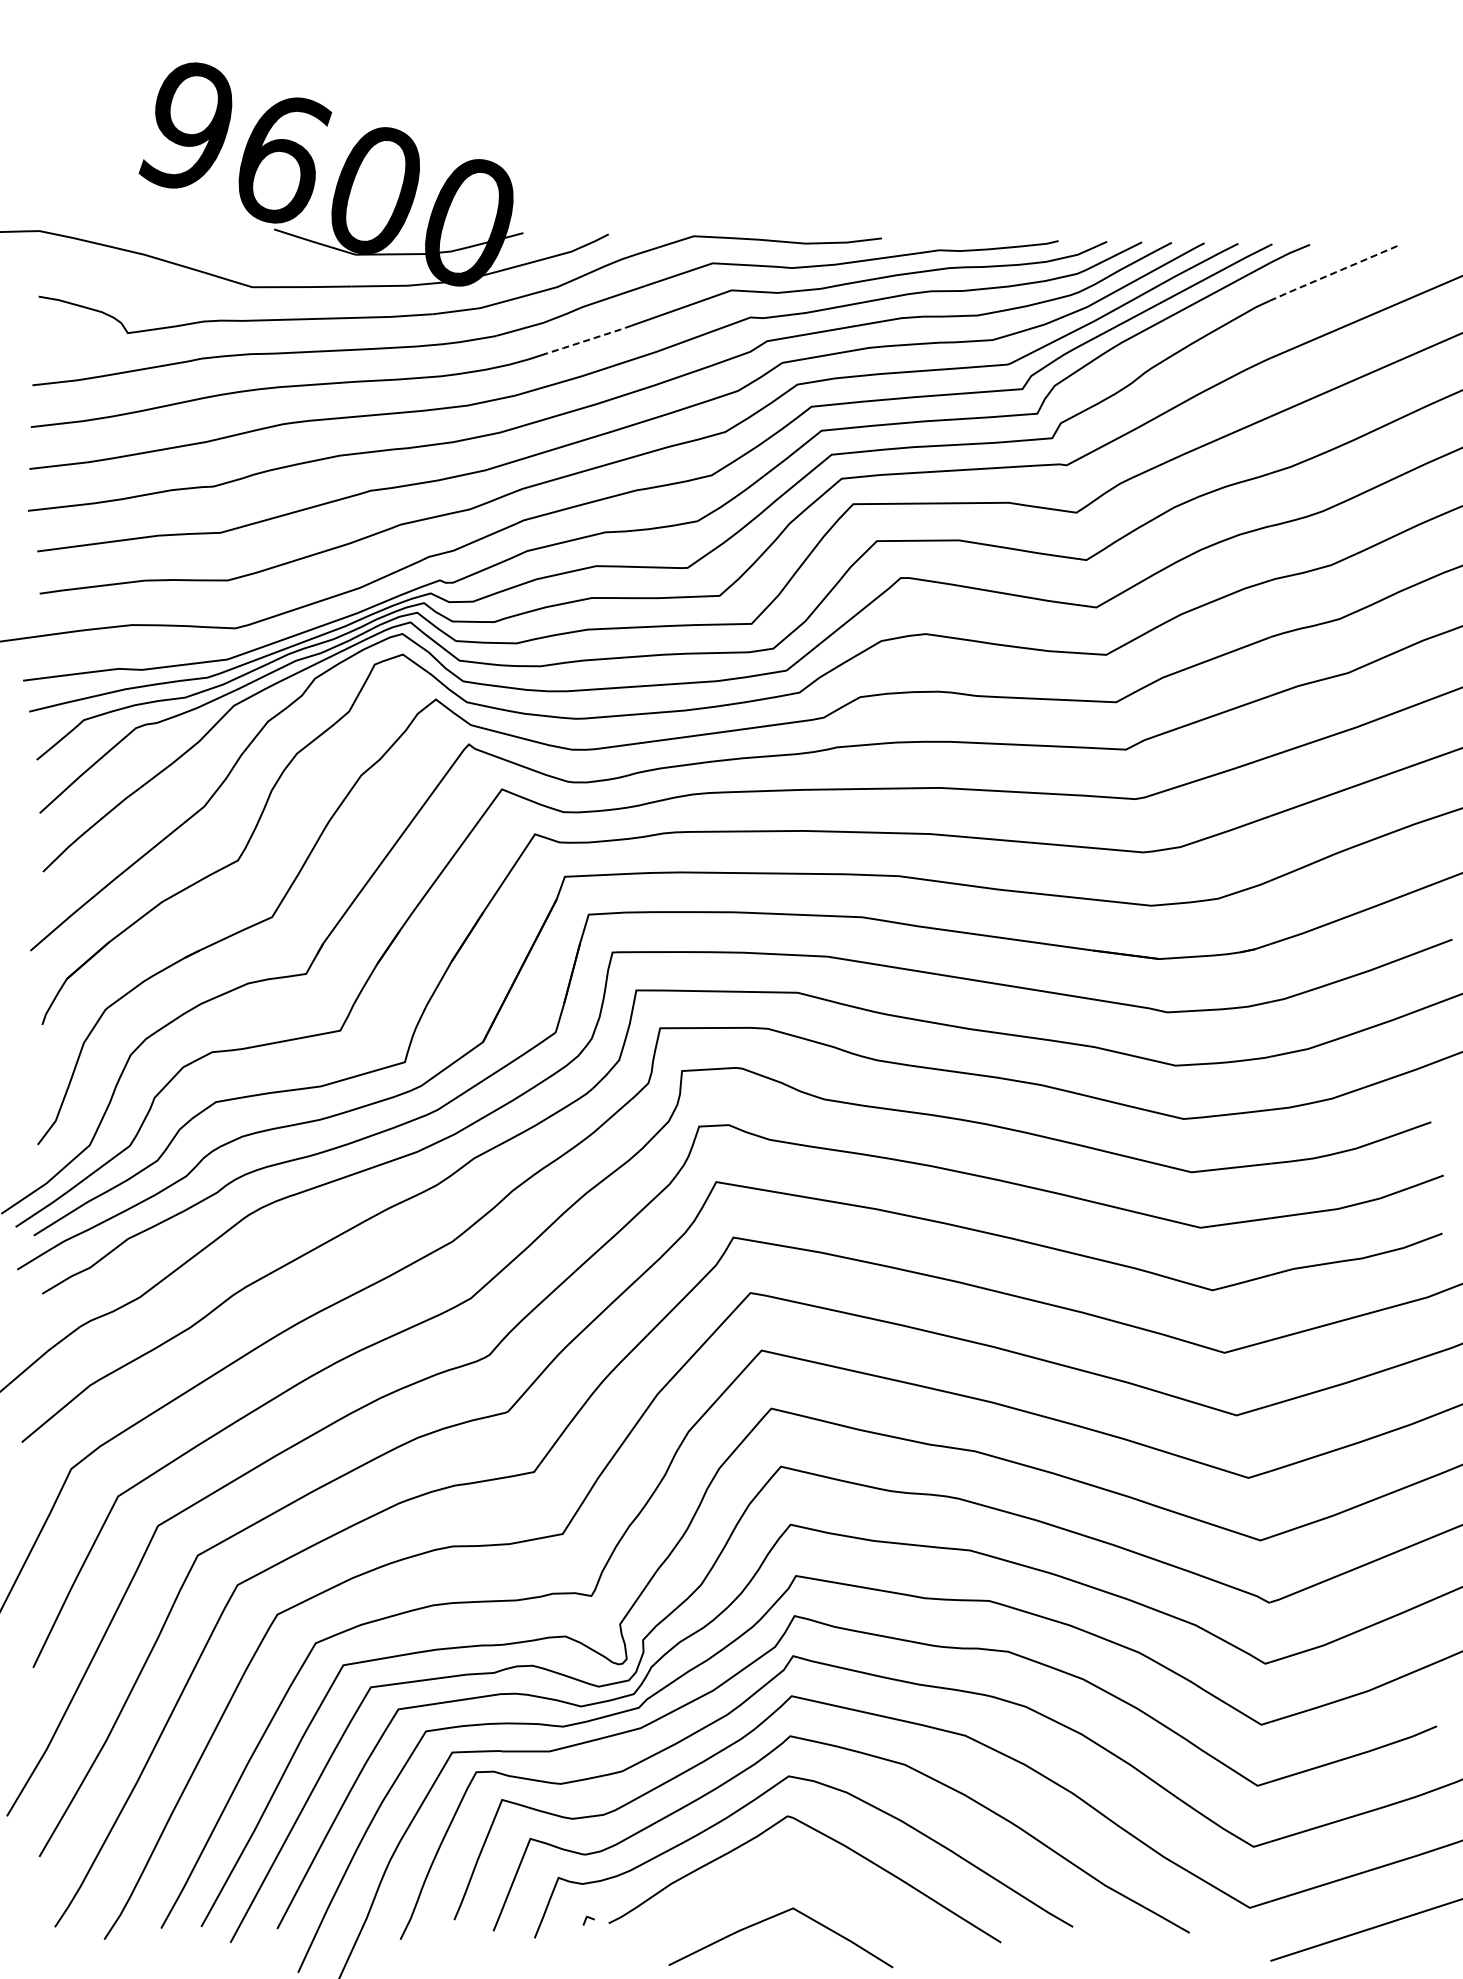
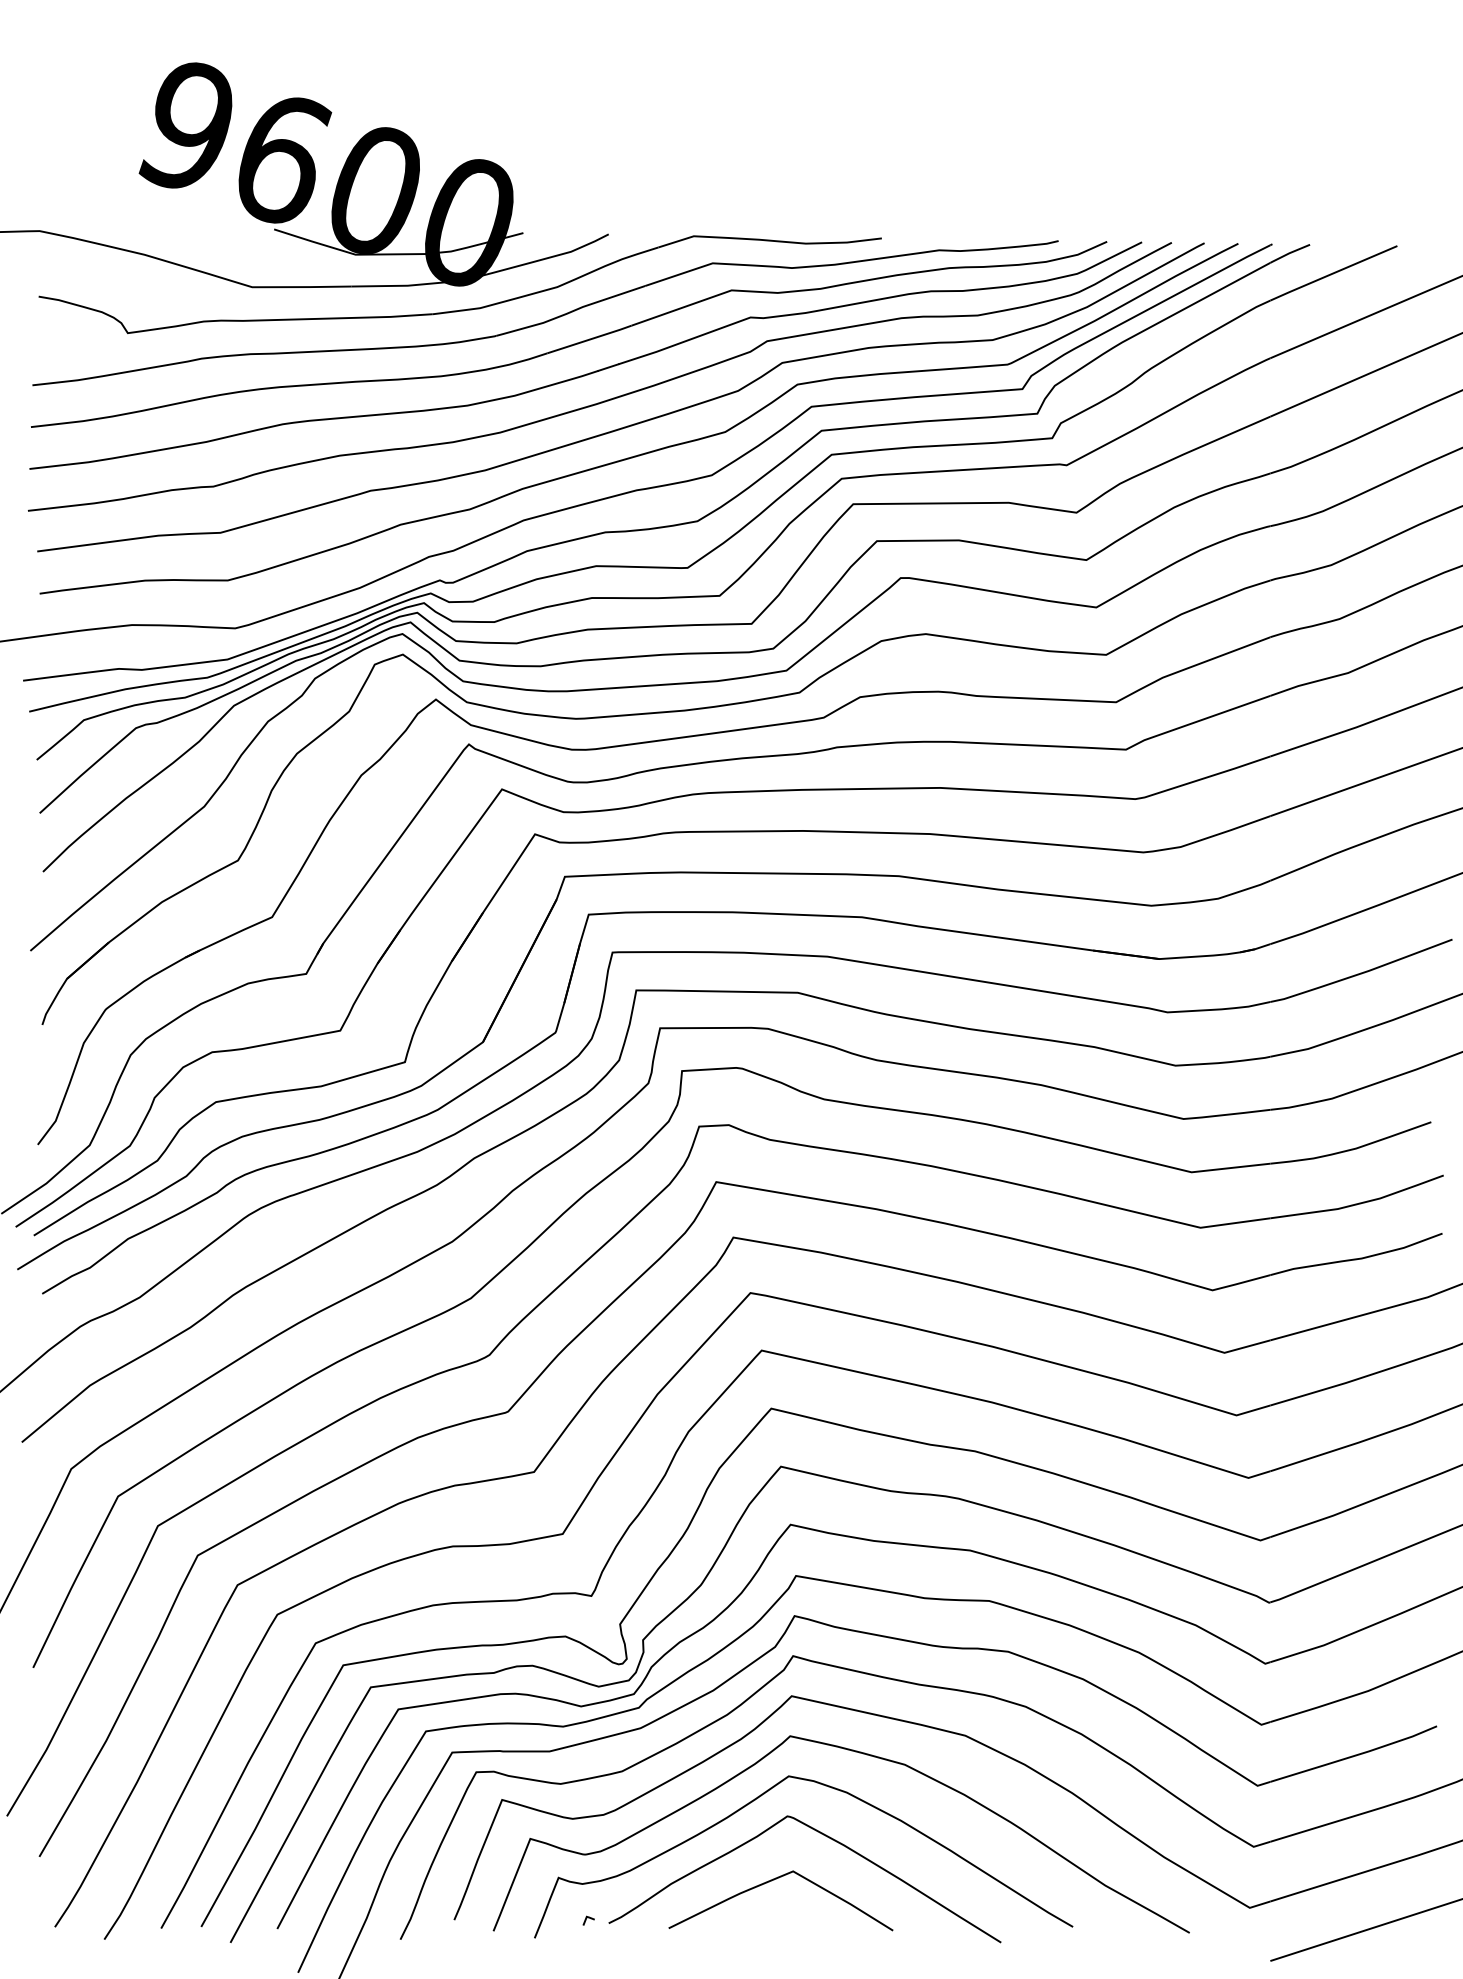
line at (1332, 273): dashed -> solid
line at (589, 339): dashed -> solid
curve at (774, 1917) position: (774, 1917) -> (774, 1880)
